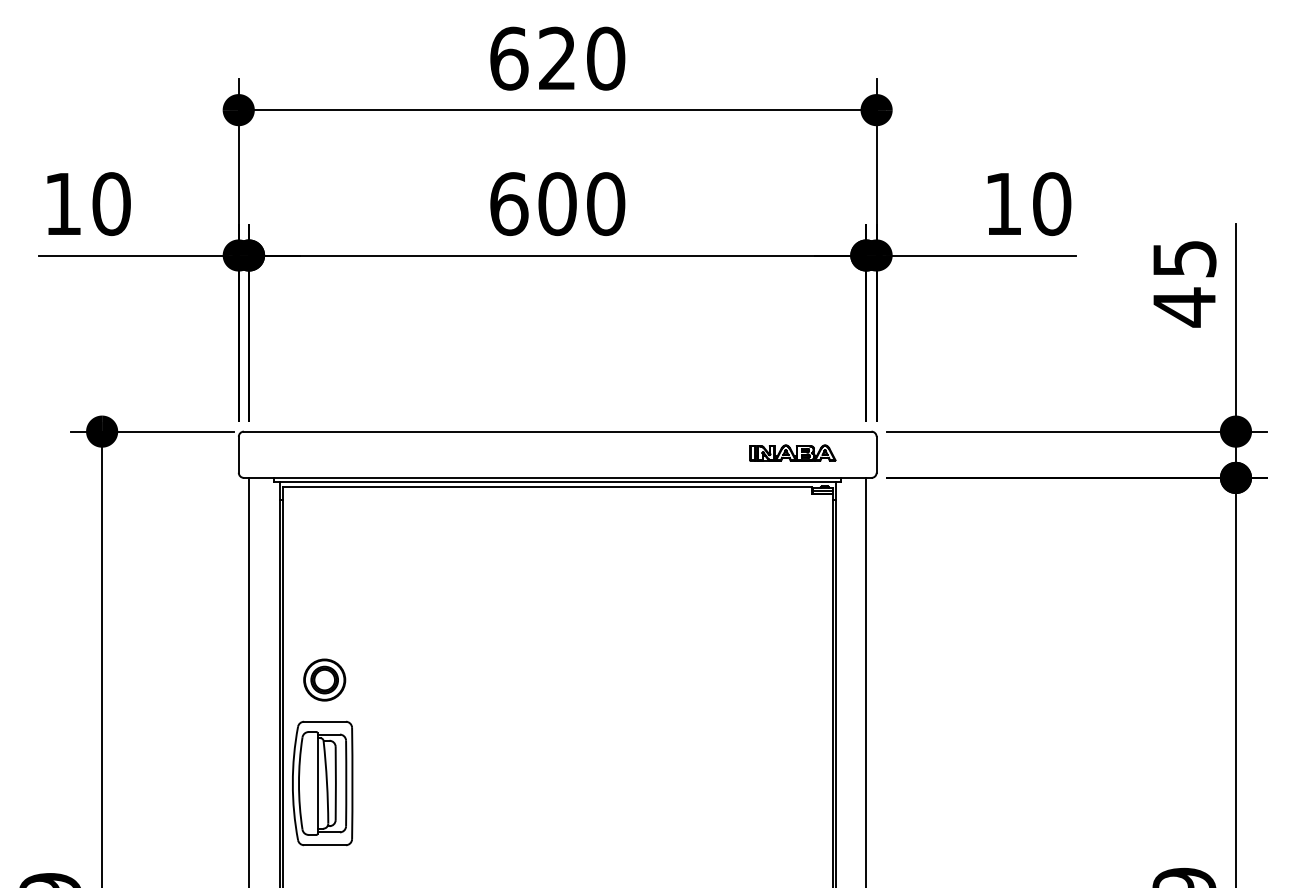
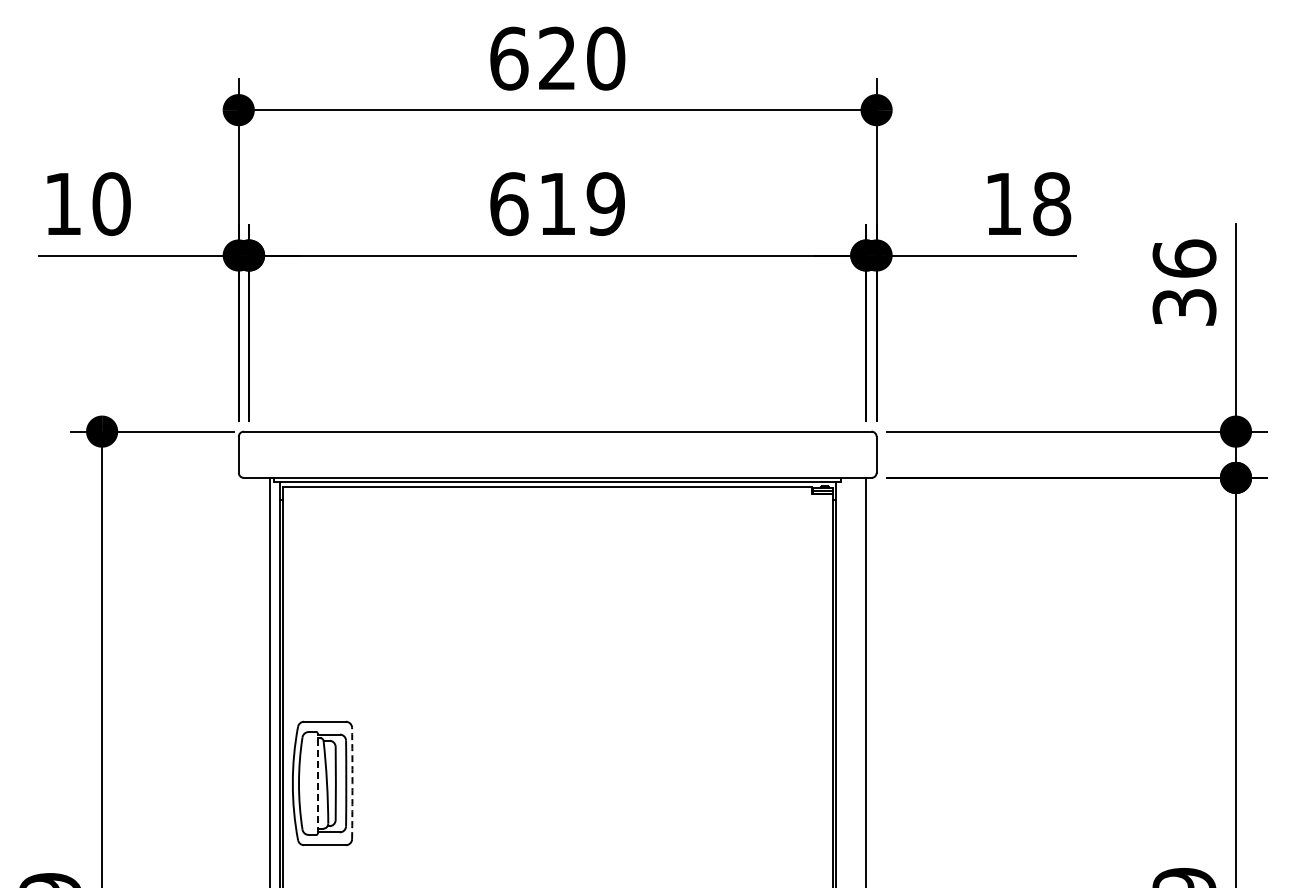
text at (1052, 203): 10 -> 18
text at (581, 204): 600 -> 619
text at (1184, 283): 45 -> 36
part at (792, 452): present -> none
part at (324, 679): present -> none
line at (248, 680) position: (248, 680) -> (269, 680)
line at (317, 782): solid -> dashed
arc at (352, 783): solid -> dashed
